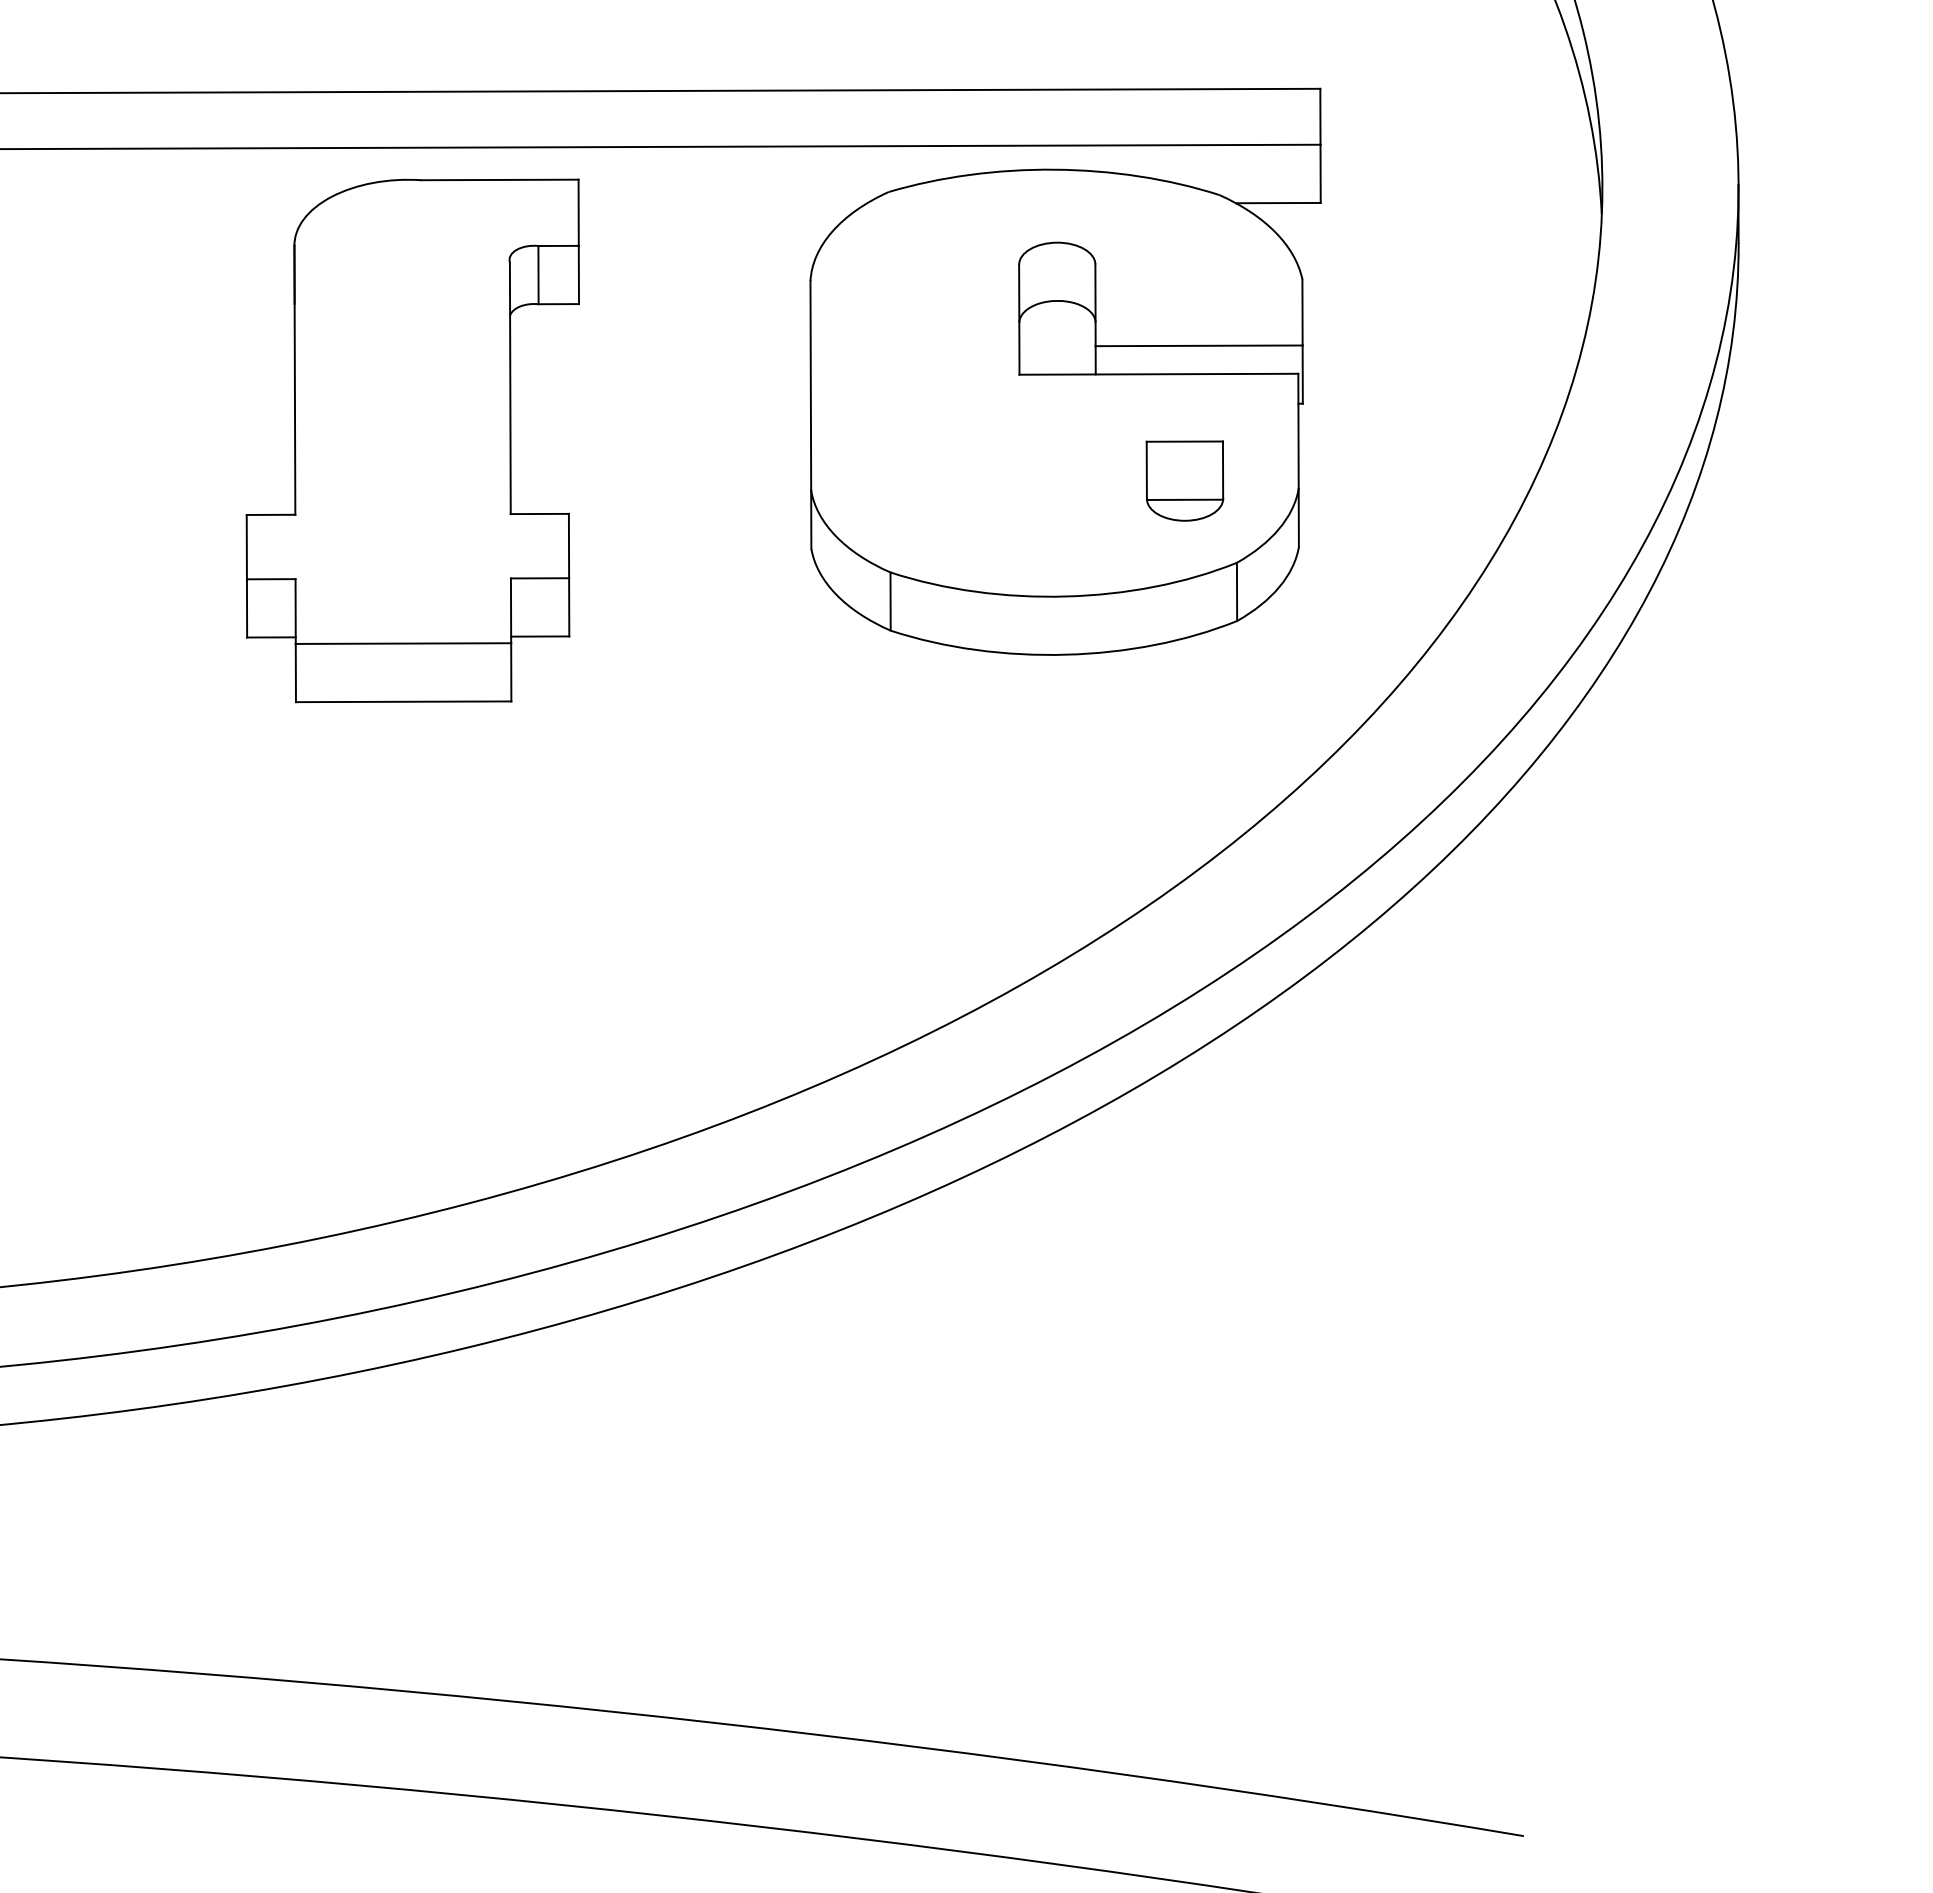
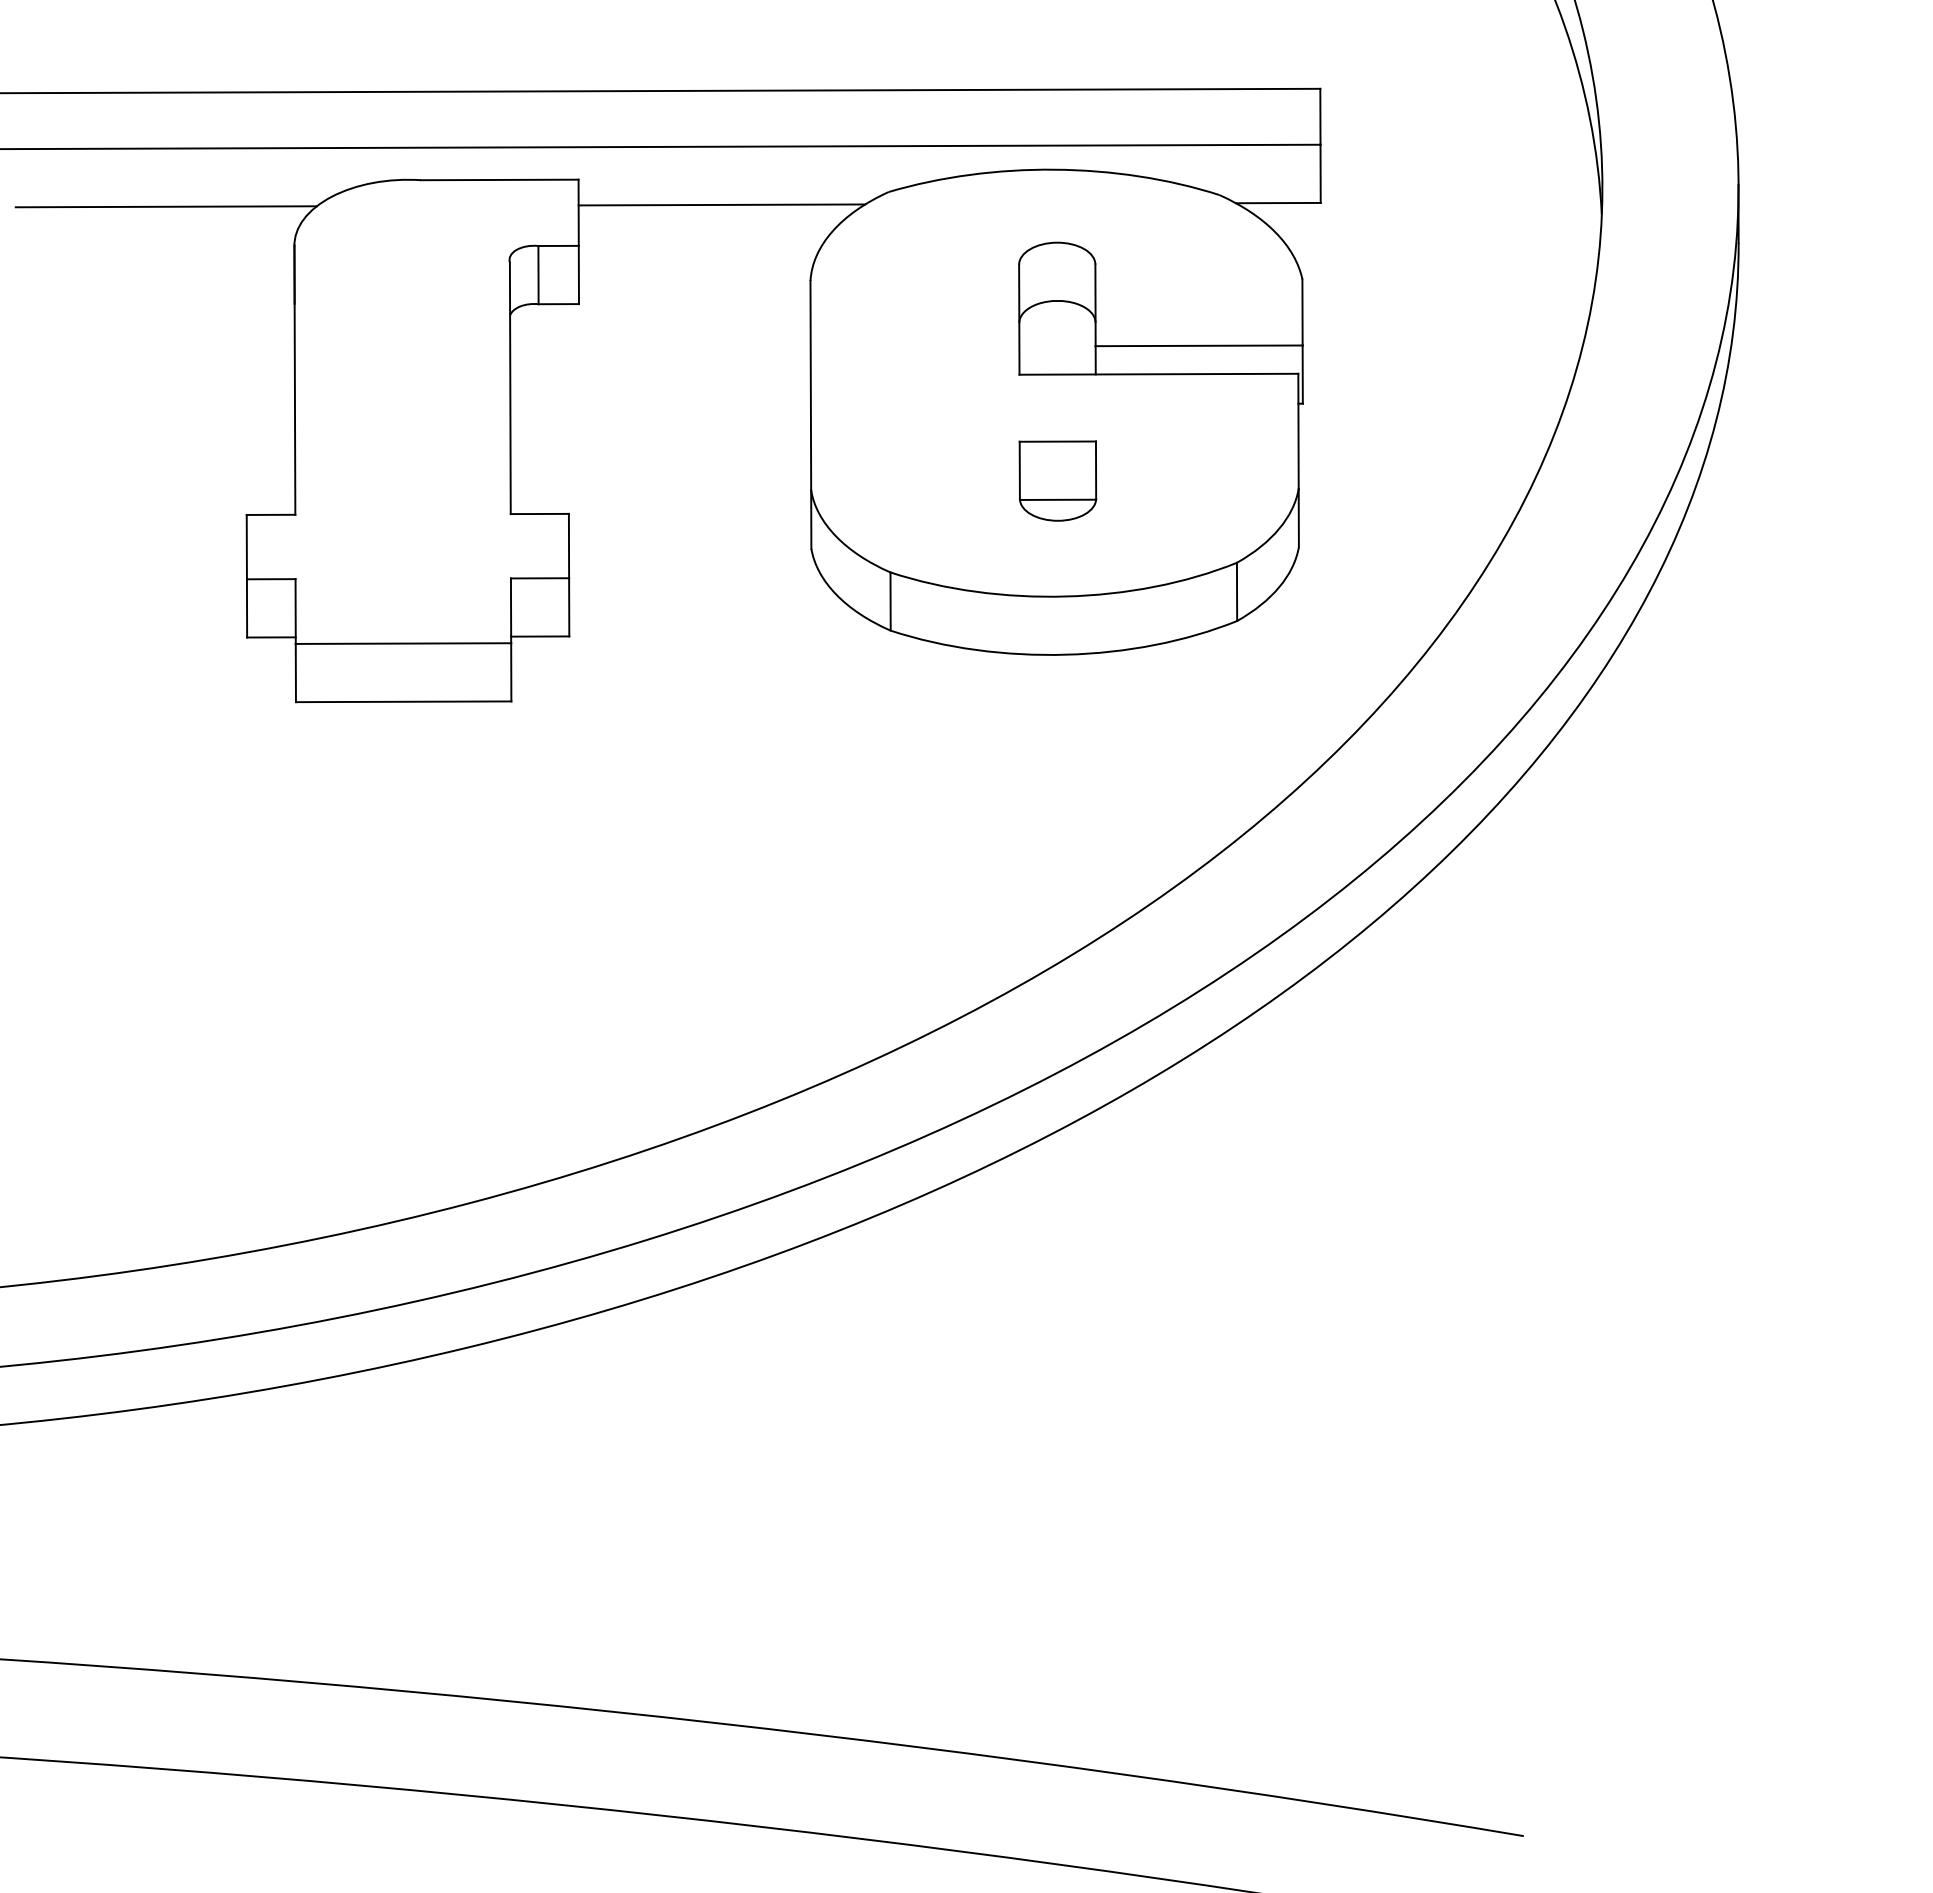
line at (721, 204): none -> present
line at (165, 206): none -> present
part at (1184, 480) position: (1184, 480) -> (1057, 480)
